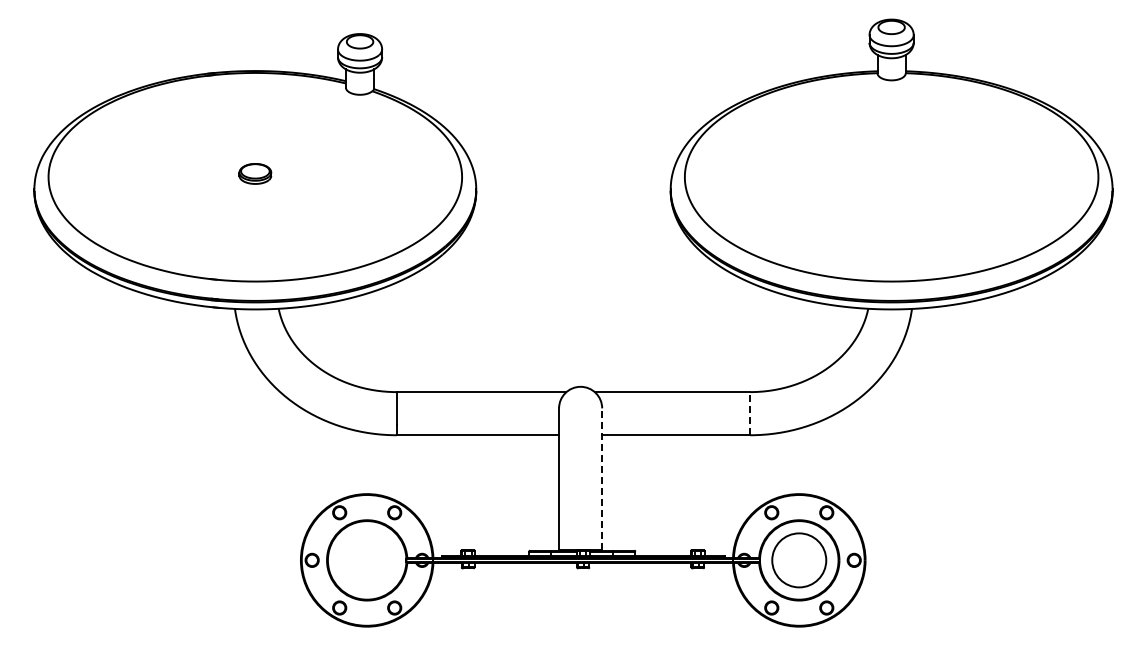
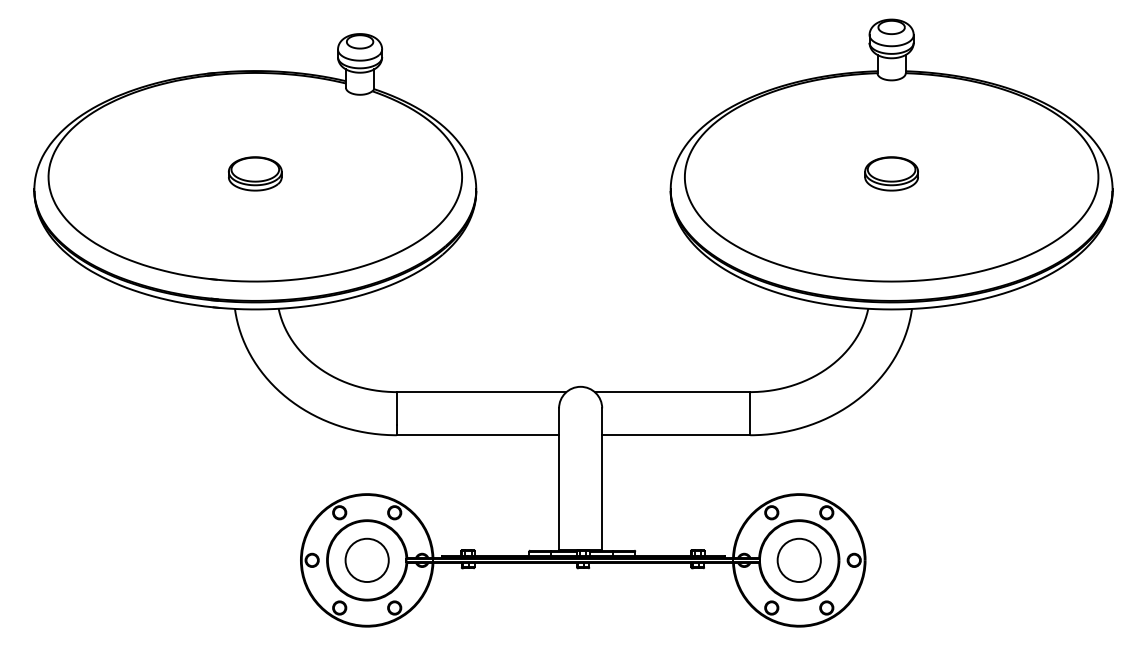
part at (255, 173) size: 35x22 px -> 55x36 px
part at (891, 173): none -> present
line at (750, 413): dashed -> solid
line at (602, 479): dashed -> solid
circle at (366, 559): none -> present
circle at (799, 560) diameter: 54 px -> 43 px
